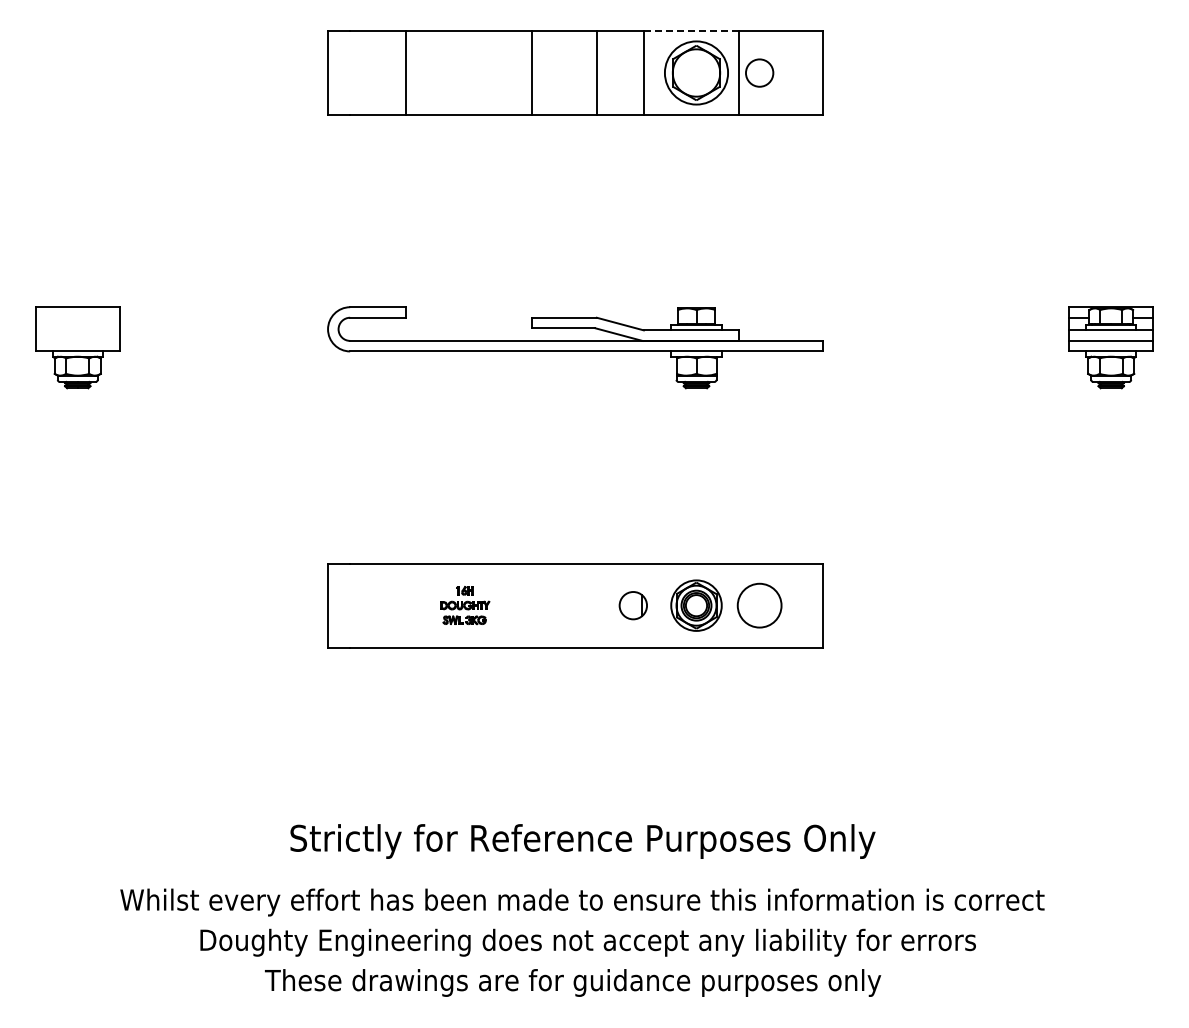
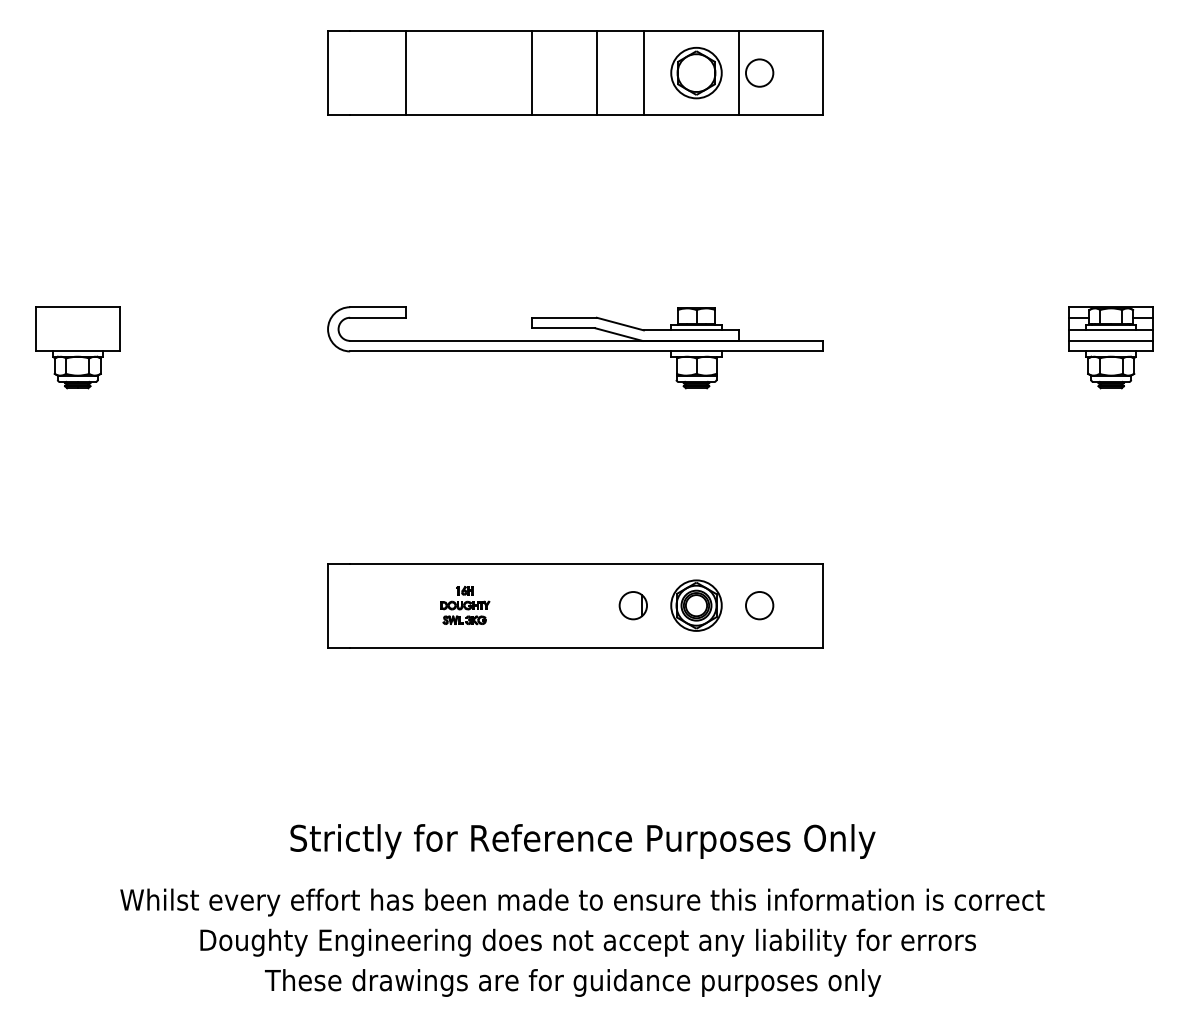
line at (690, 30): dashed -> solid
part at (696, 72) size: 65x66 px -> 53x53 px
circle at (759, 605) diameter: 44 px -> 27 px
